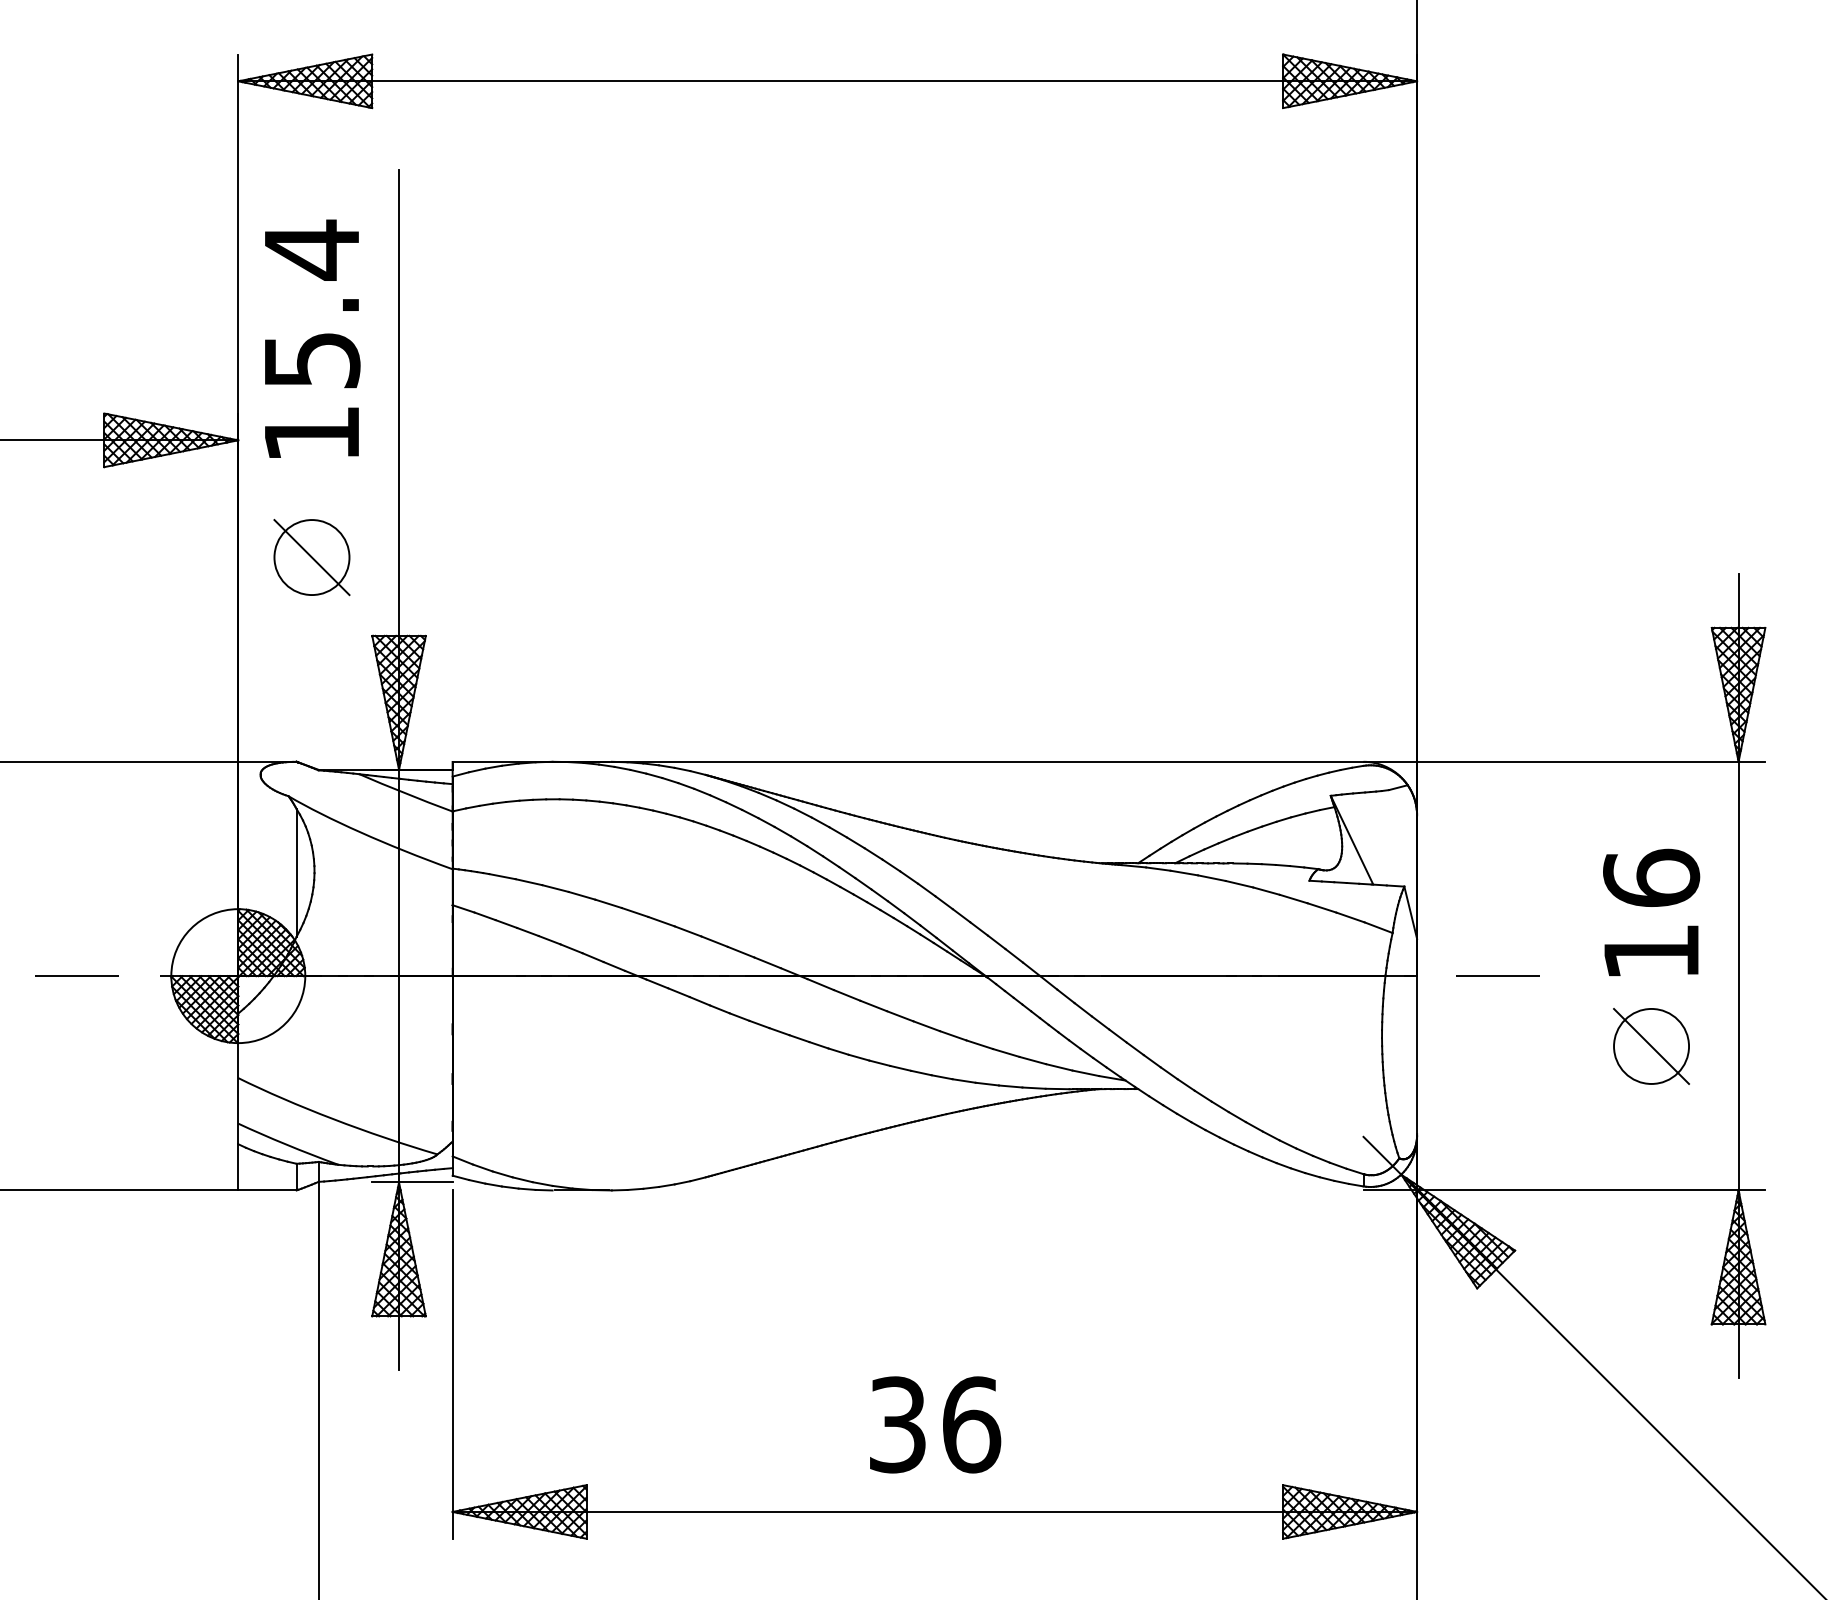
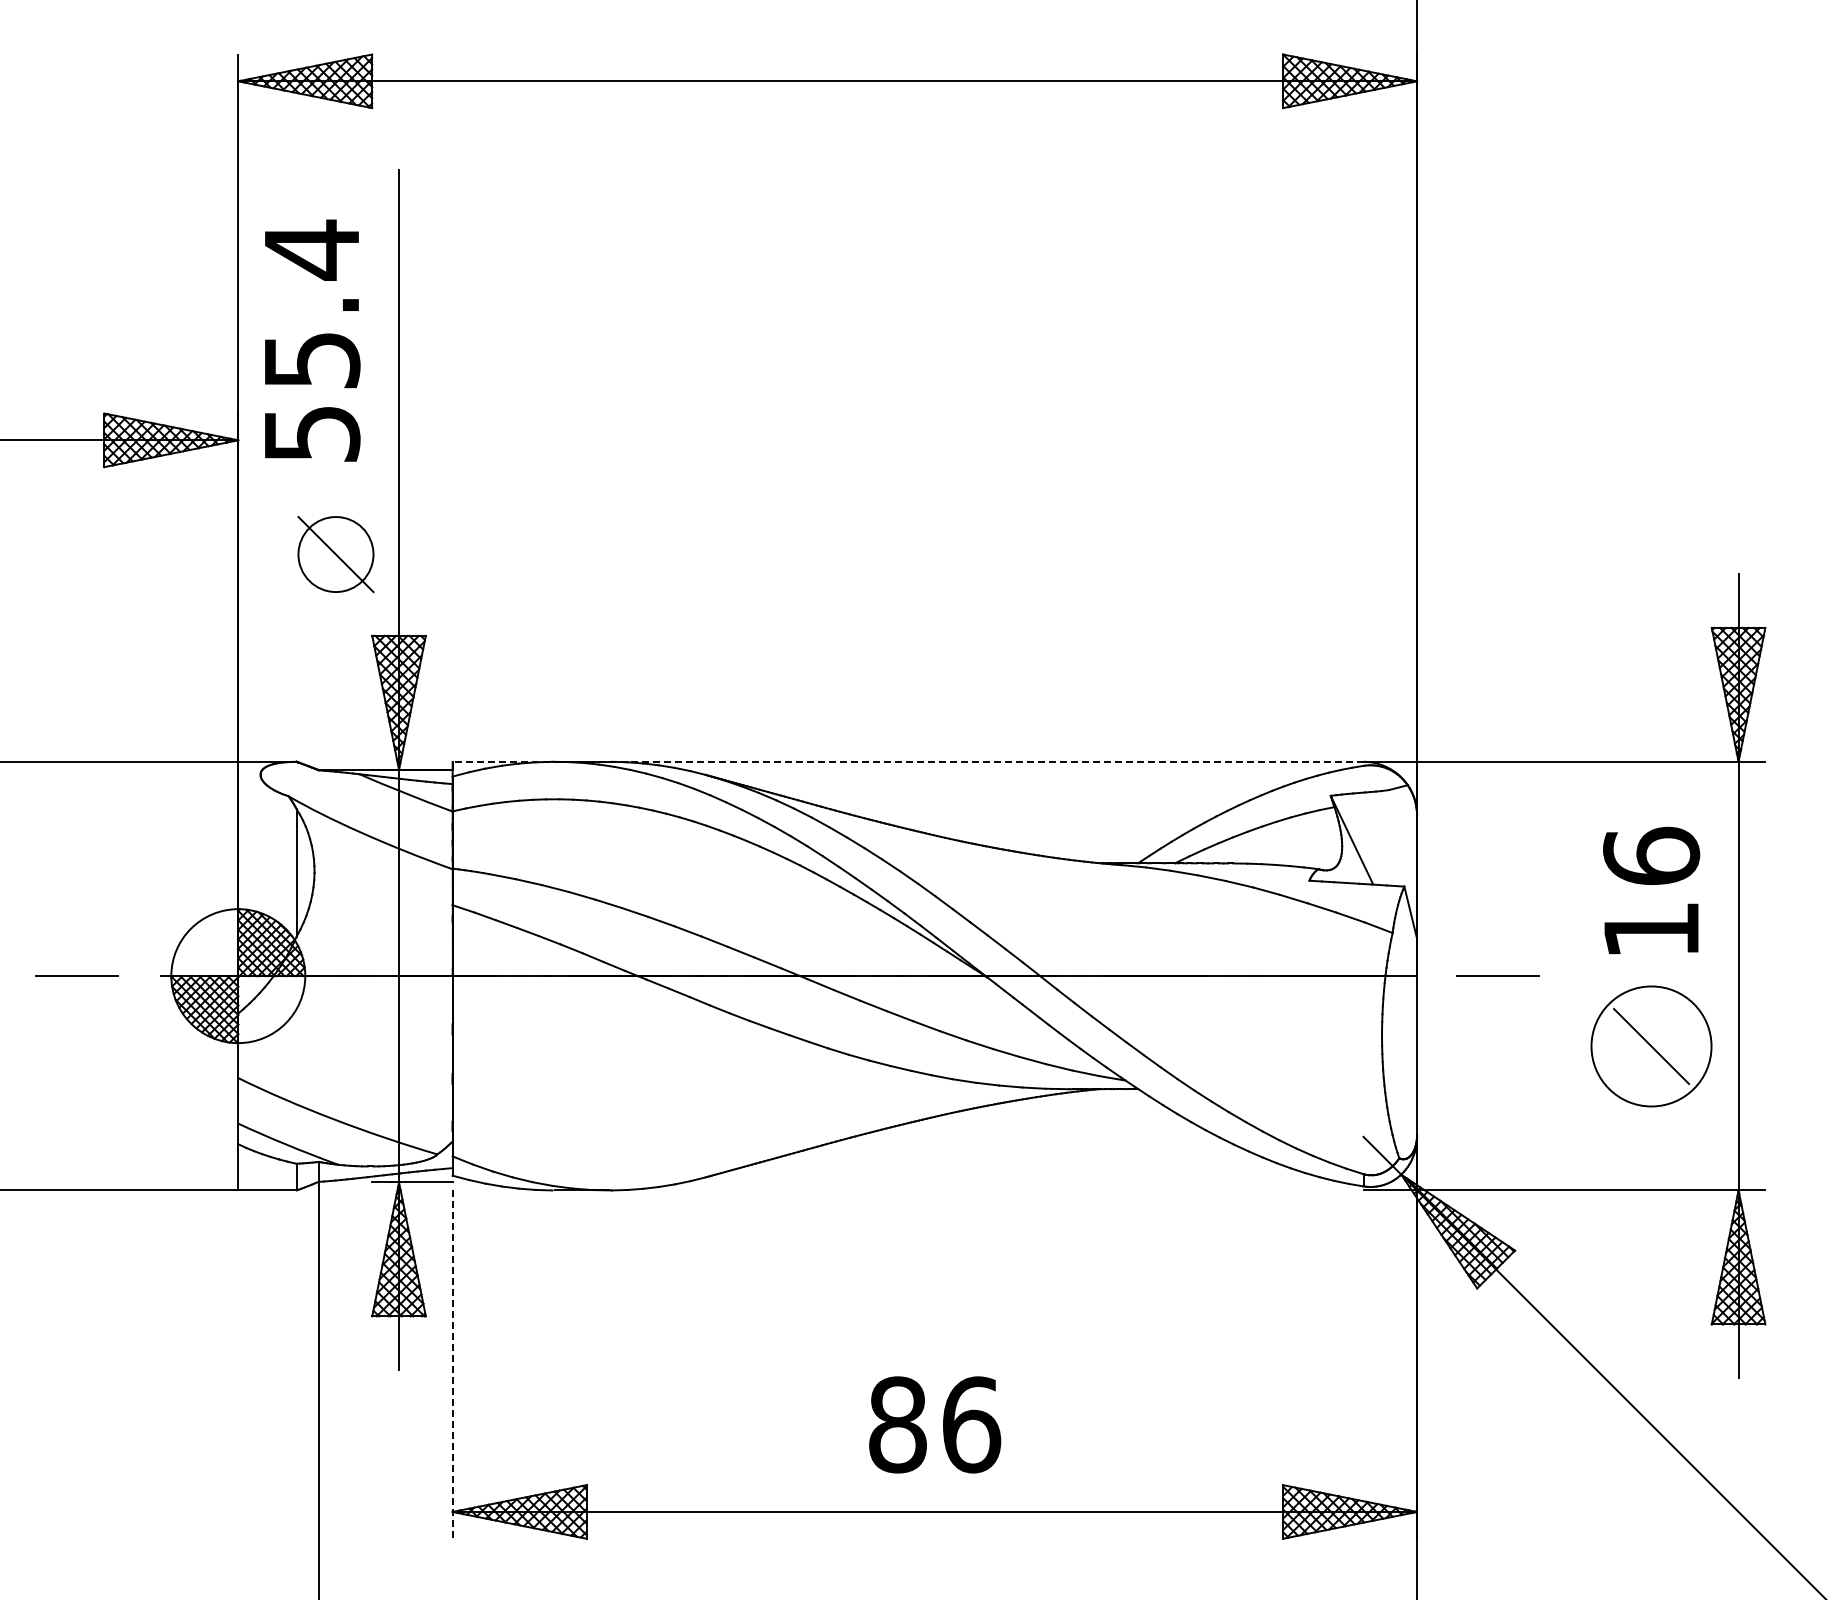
text at (312, 434): 15.4 -> 55.4
part at (311, 557) position: (311, 557) -> (335, 554)
line at (907, 761): solid -> dashed
text at (1651, 911) position: (1651, 911) -> (1651, 889)
circle at (1651, 1045) diameter: 75 px -> 120 px
line at (452, 1365): solid -> dashed
text at (897, 1424): 36 -> 86
